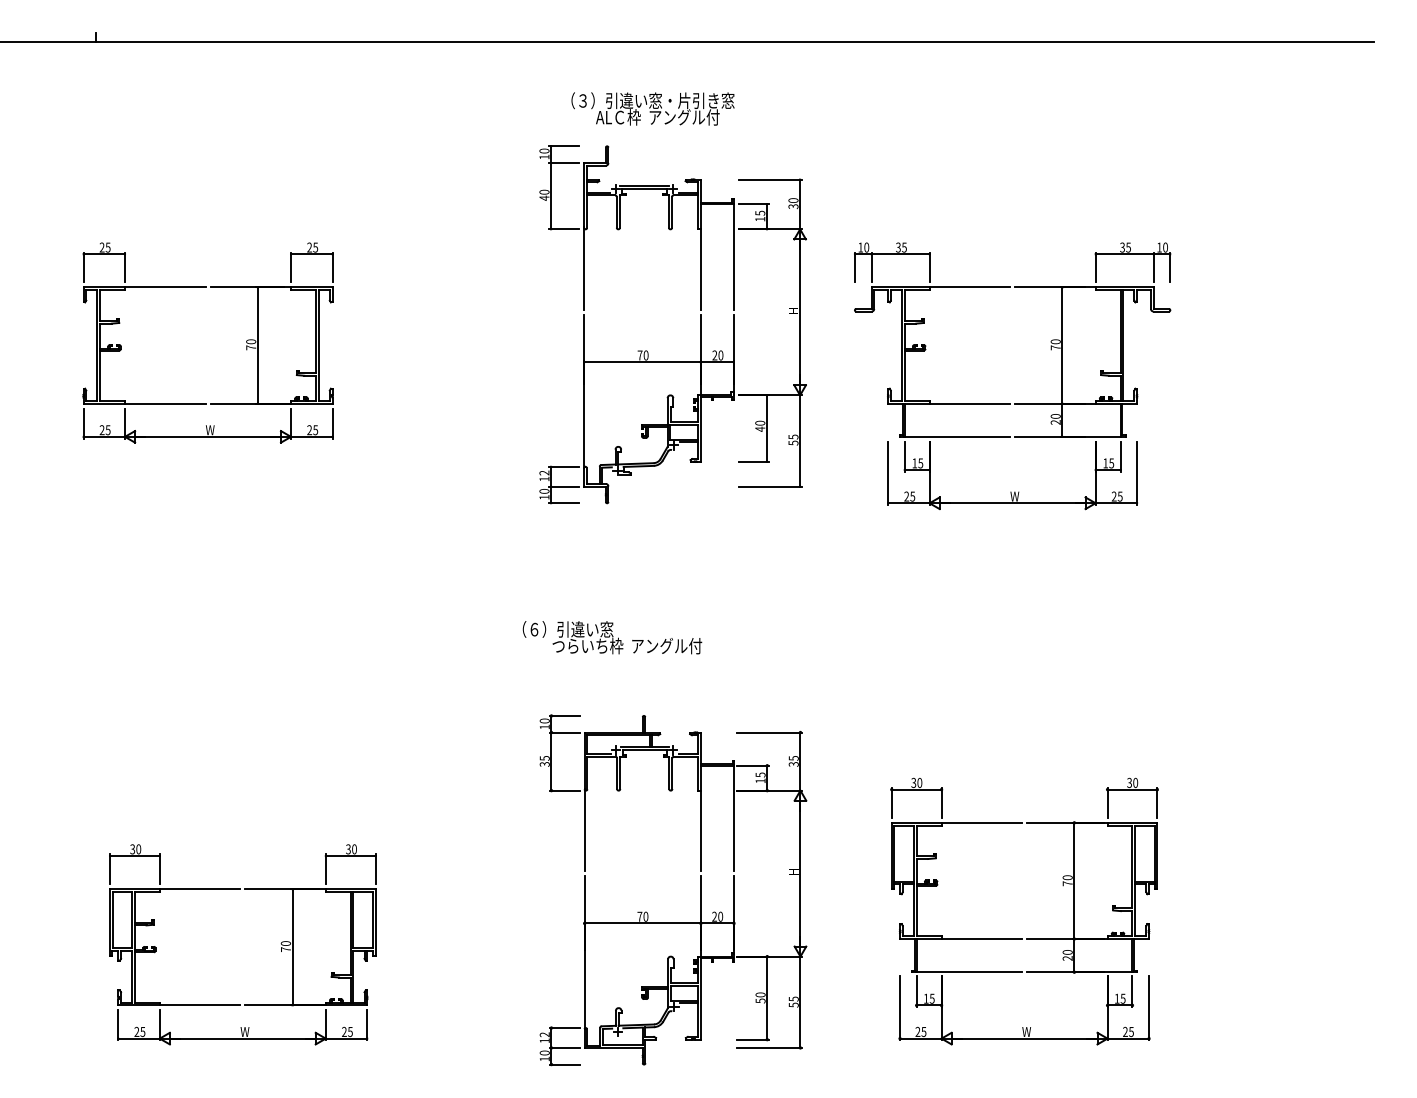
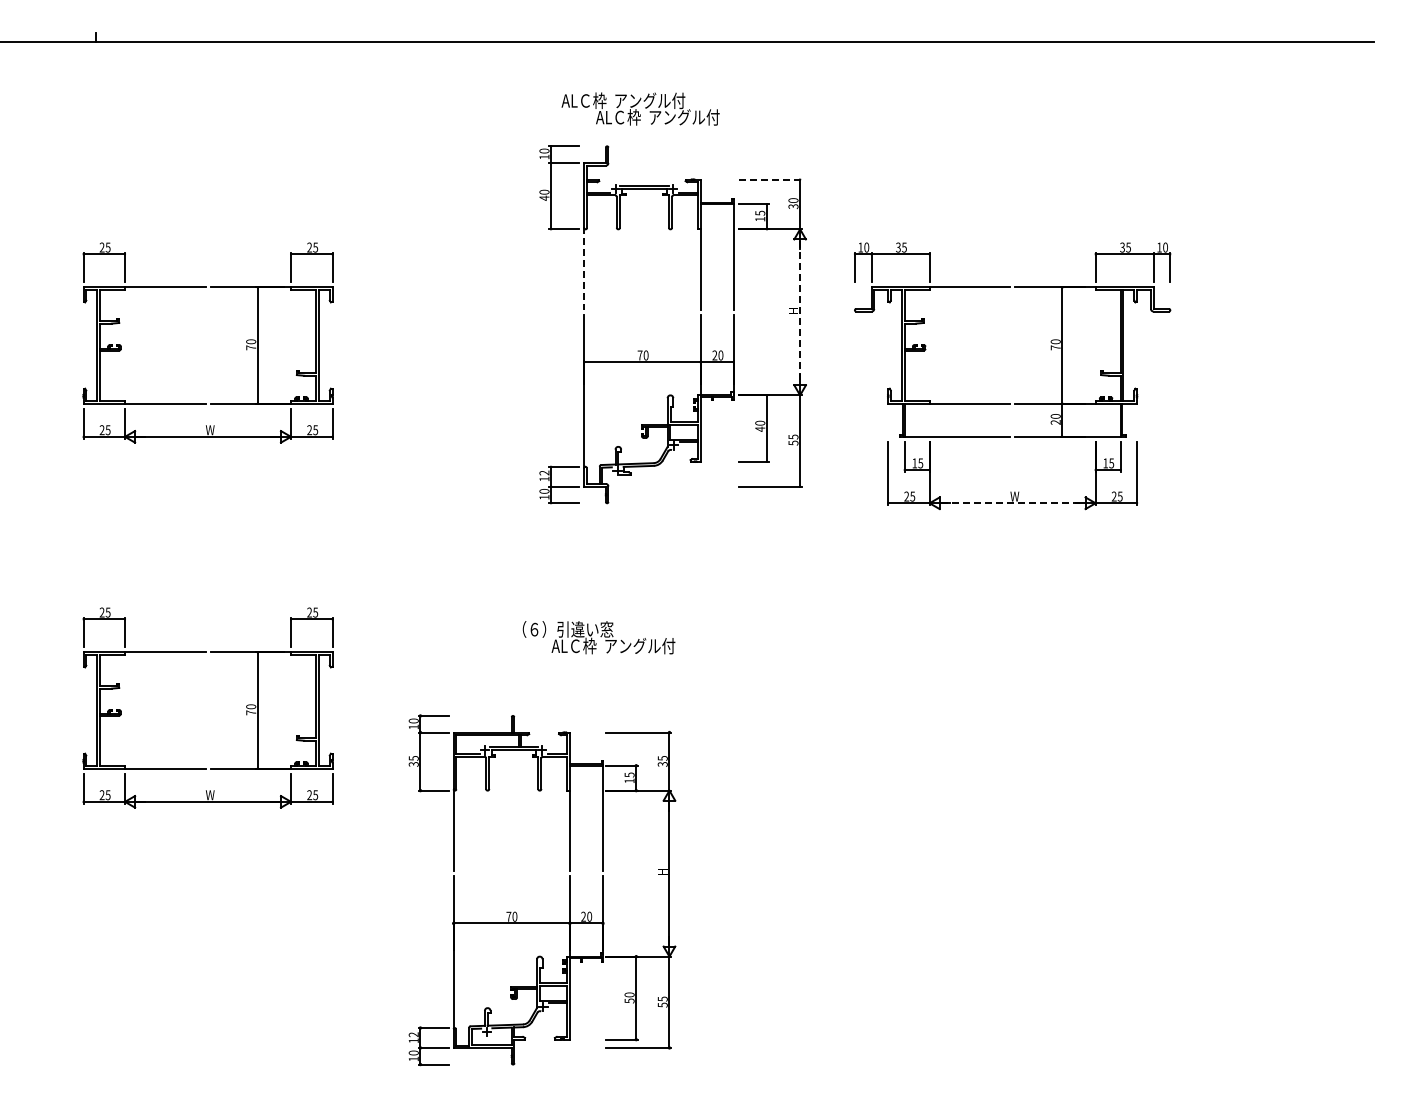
text at (647, 100): （３）引違い窓・片引き窓 -> ALＣ枠  アングル付
line at (770, 179): solid -> dashed
line at (584, 269): solid -> dashed
line at (800, 312): solid -> dashed
line at (1013, 503): solid -> dashed
text at (626, 645): つらいち枠  アングル付 -> ALＣ枠  アングル付
part at (246, 707): none -> present
part at (700, 890) position: (700, 890) -> (569, 890)
part at (1022, 938): present -> none
part at (280, 943): present -> none
